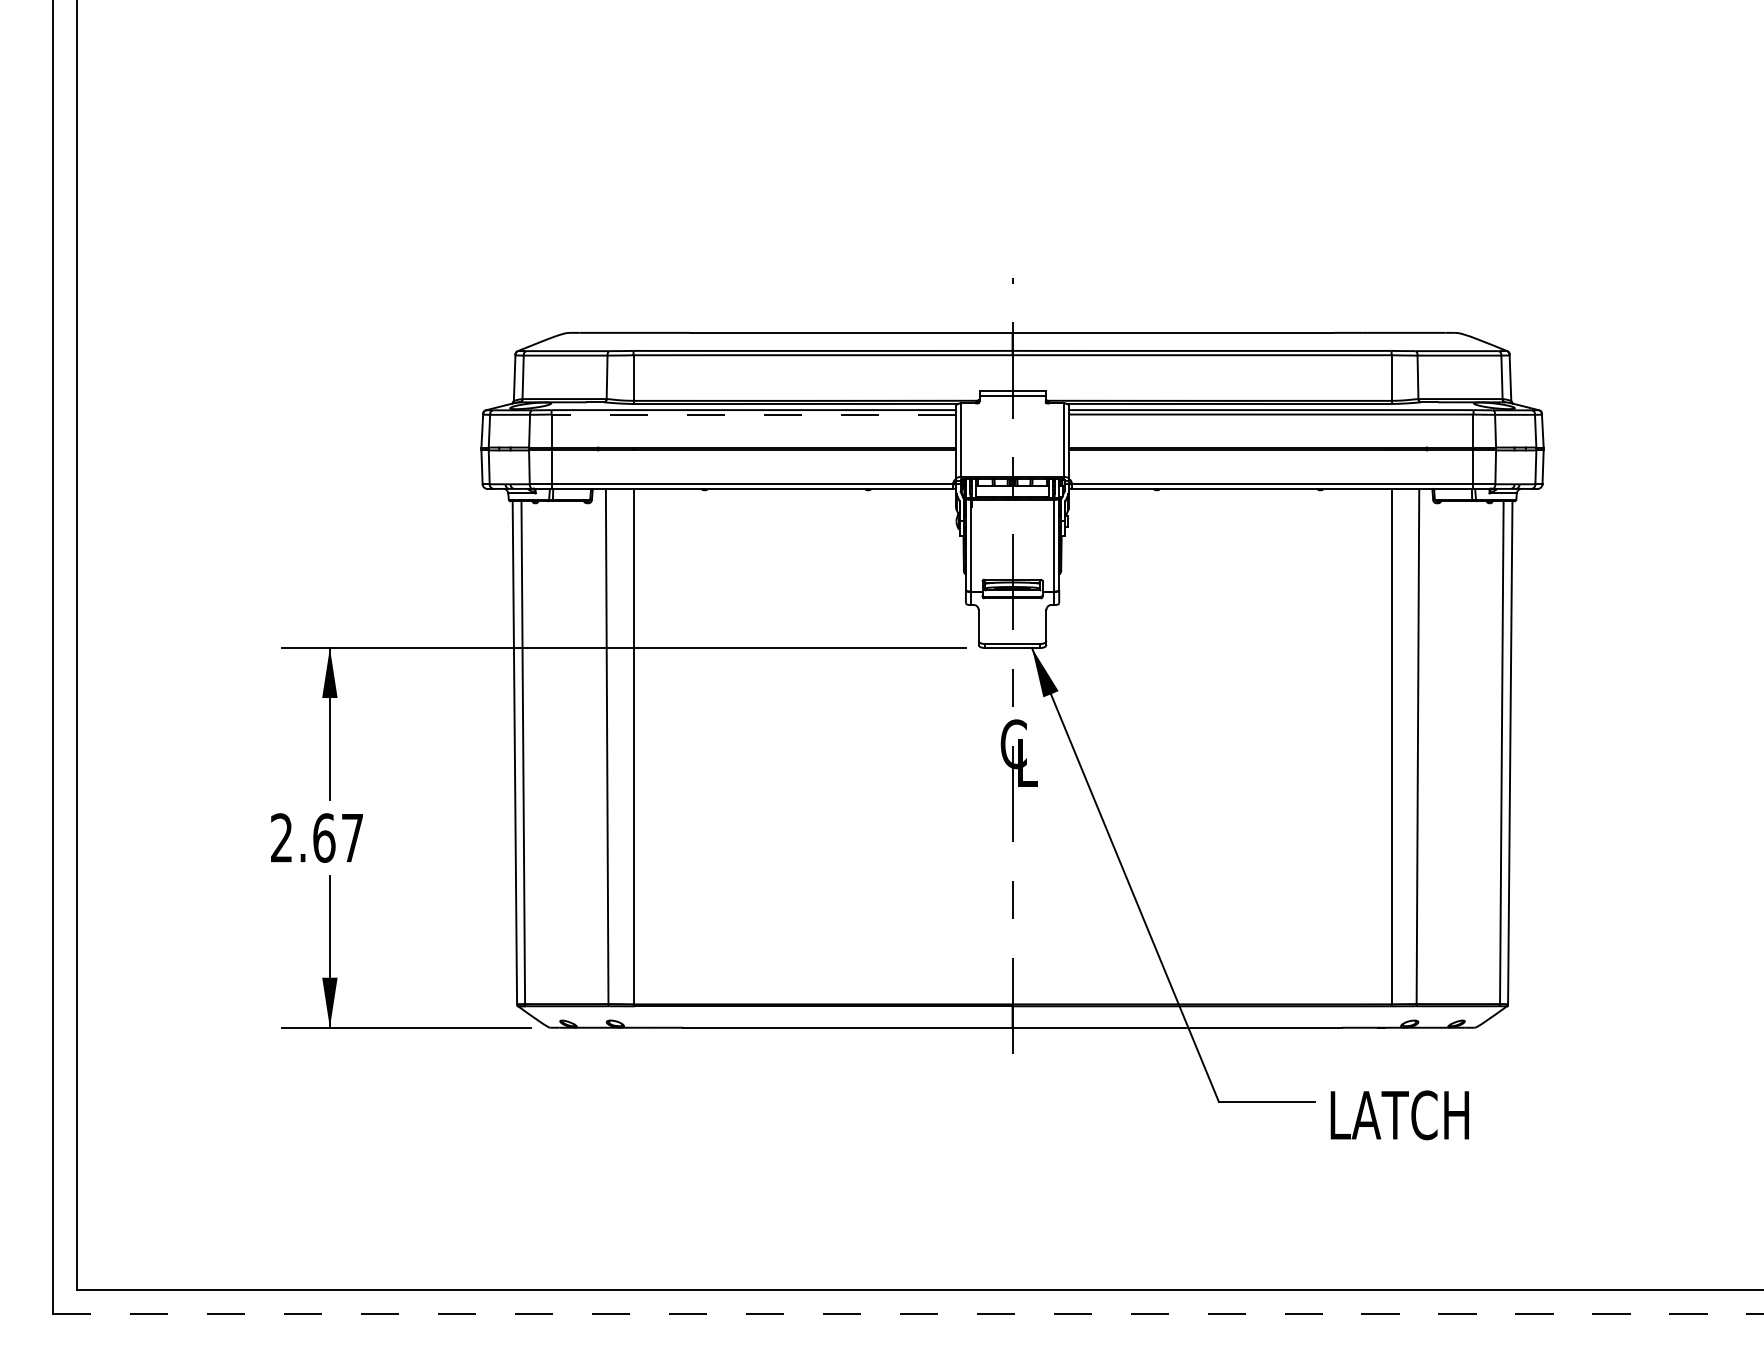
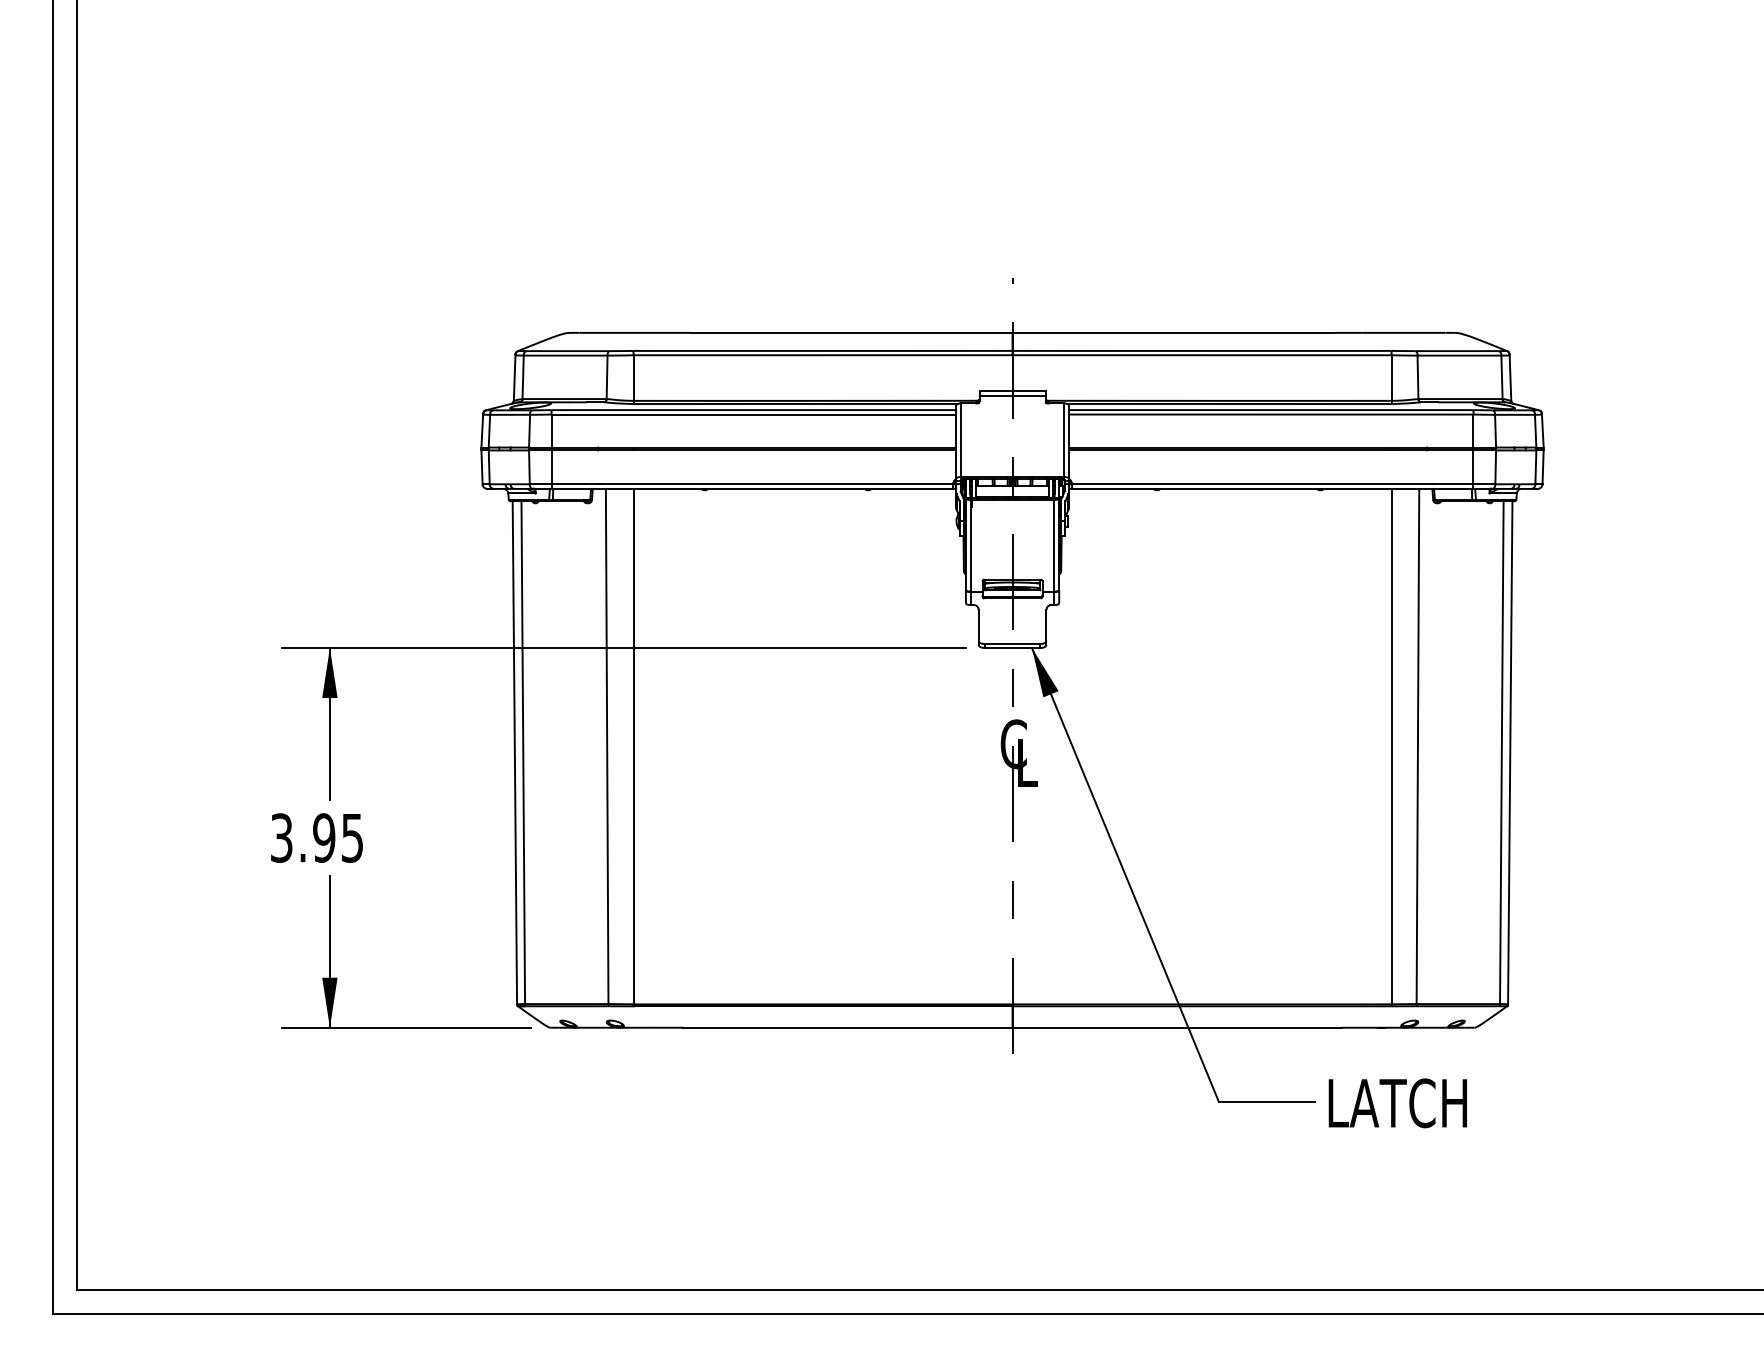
line at (753, 414): dashed -> solid
text at (316, 837): 2.67 -> 3.95
text at (1399, 1115) position: (1399, 1115) -> (1397, 1103)
line at (908, 1314): dashed -> solid
